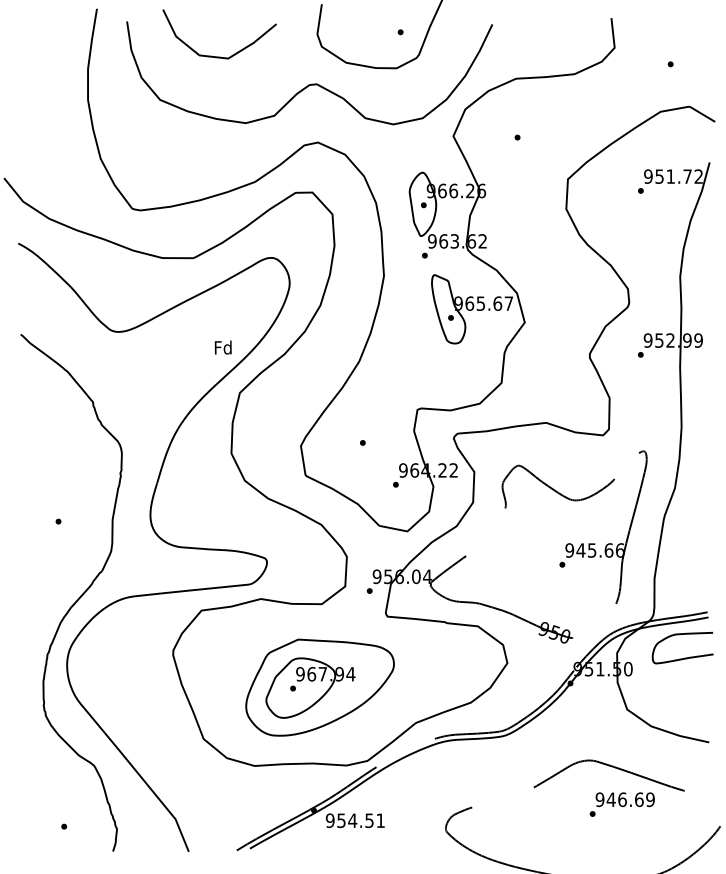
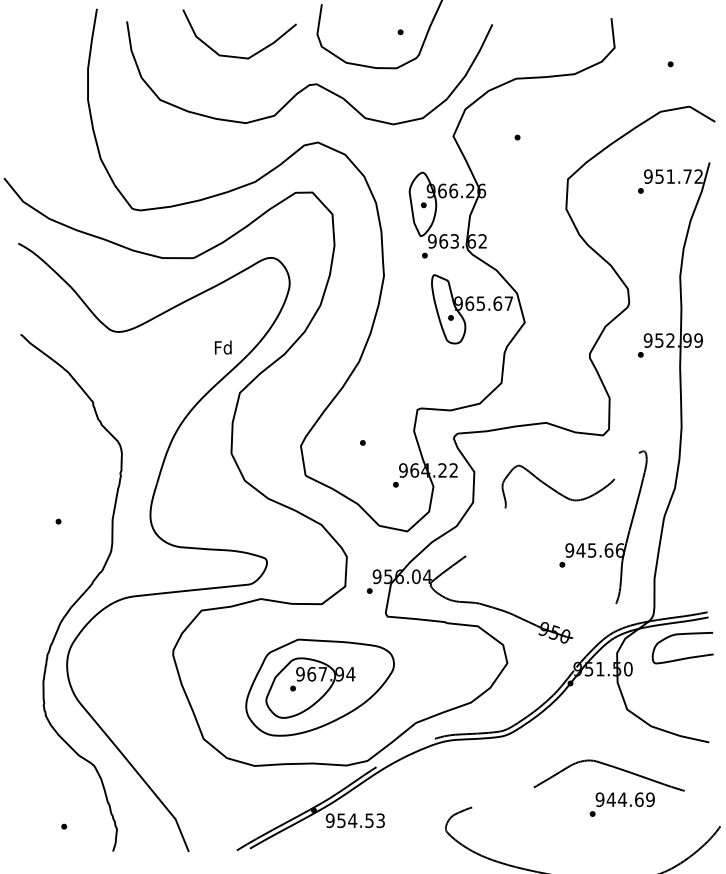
curve at (219, 56) position: (219, 56) -> (239, 56)
text at (622, 799): 946.69 -> 944.69
text at (380, 820): 954.51 -> 954.53
